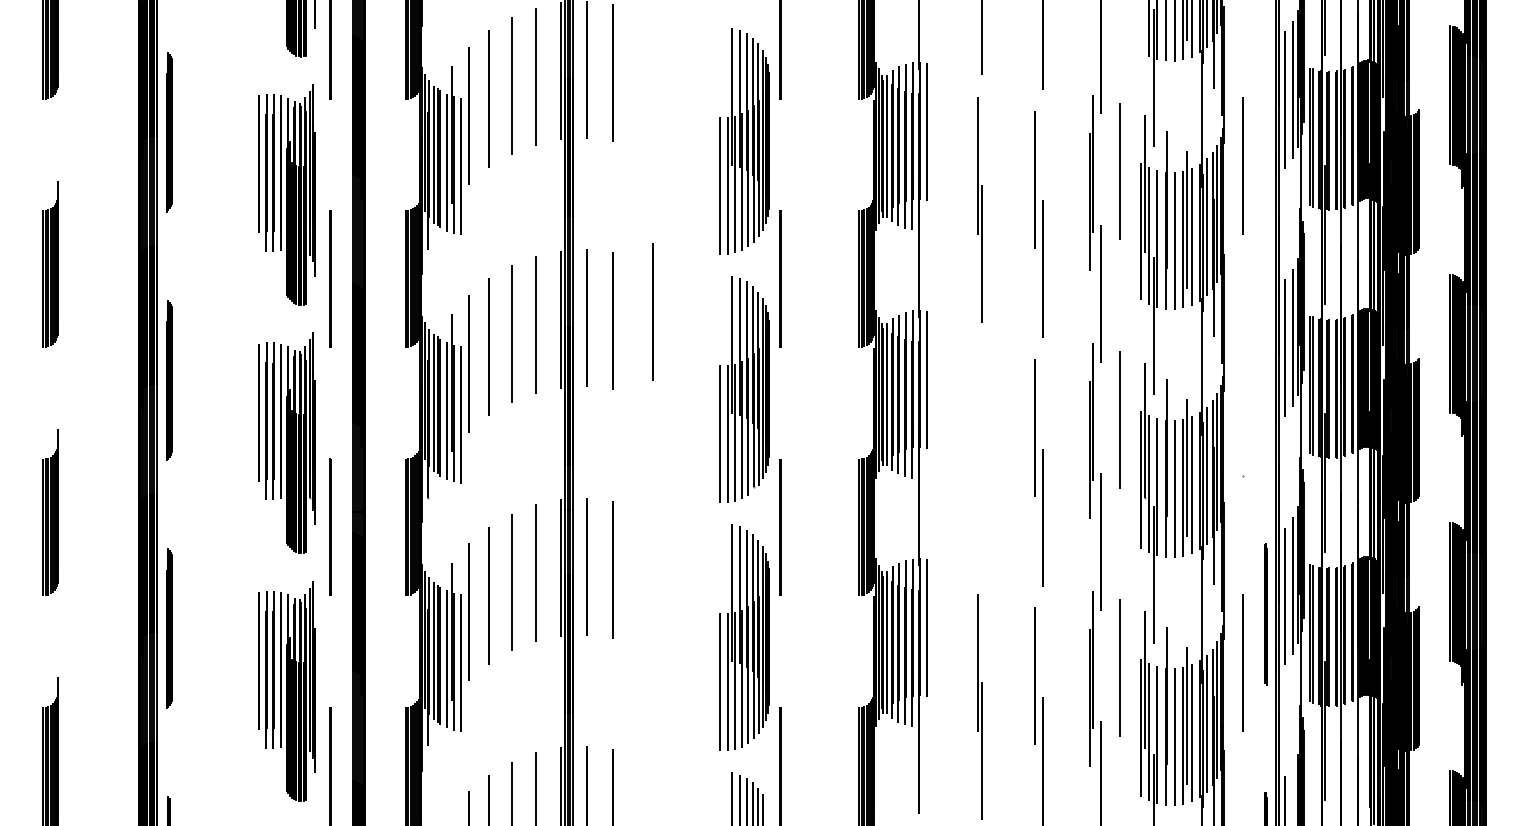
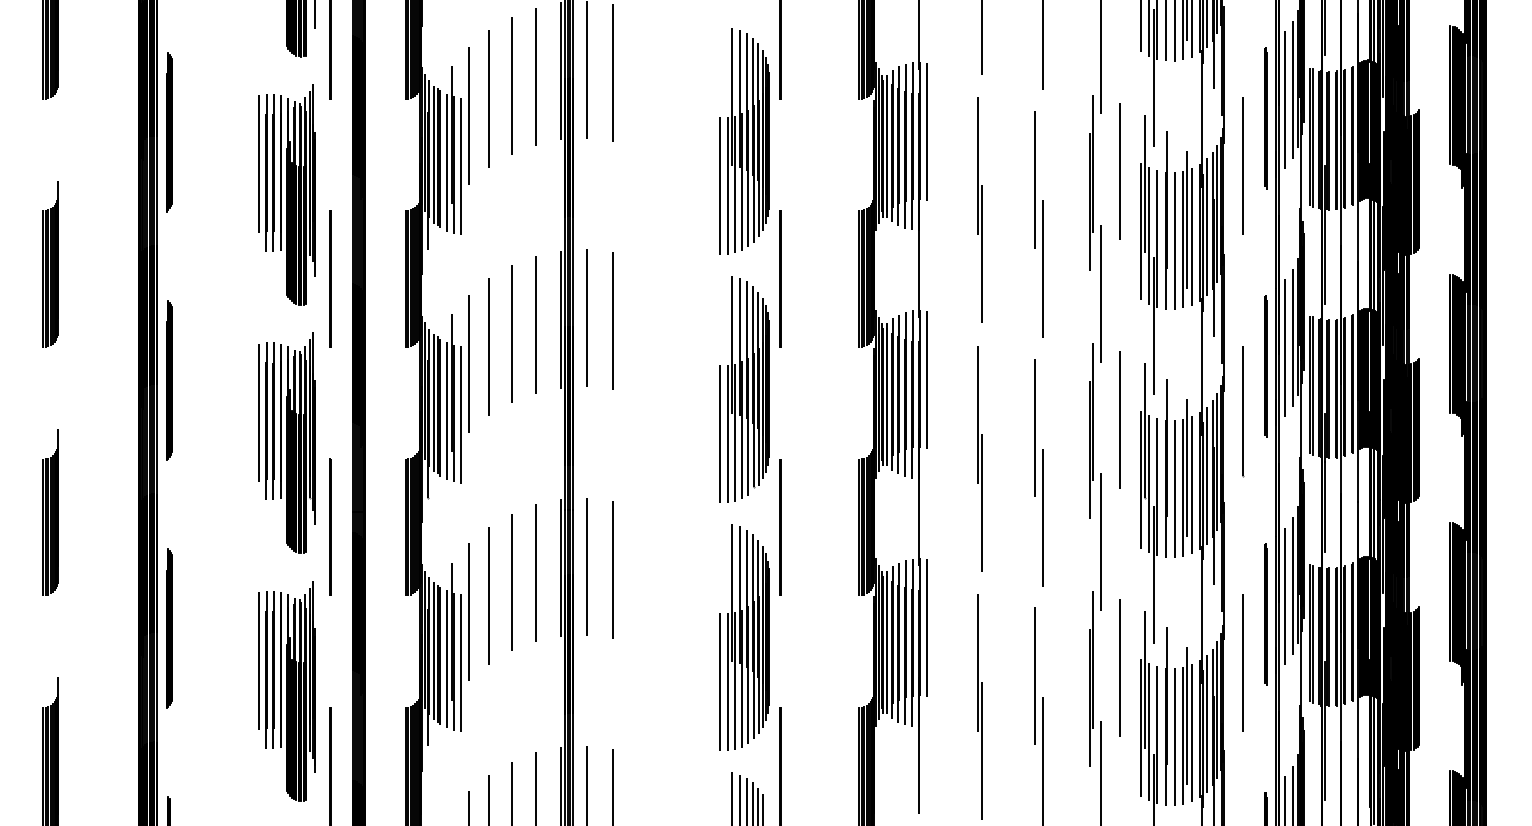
line at (1141, 27): none -> present
line at (1265, 118): none -> present
line at (652, 311): present -> none
line at (1265, 366): none -> present
line at (1242, 410): none -> present
part at (979, 458): none -> present
line at (1292, 793): none -> present
